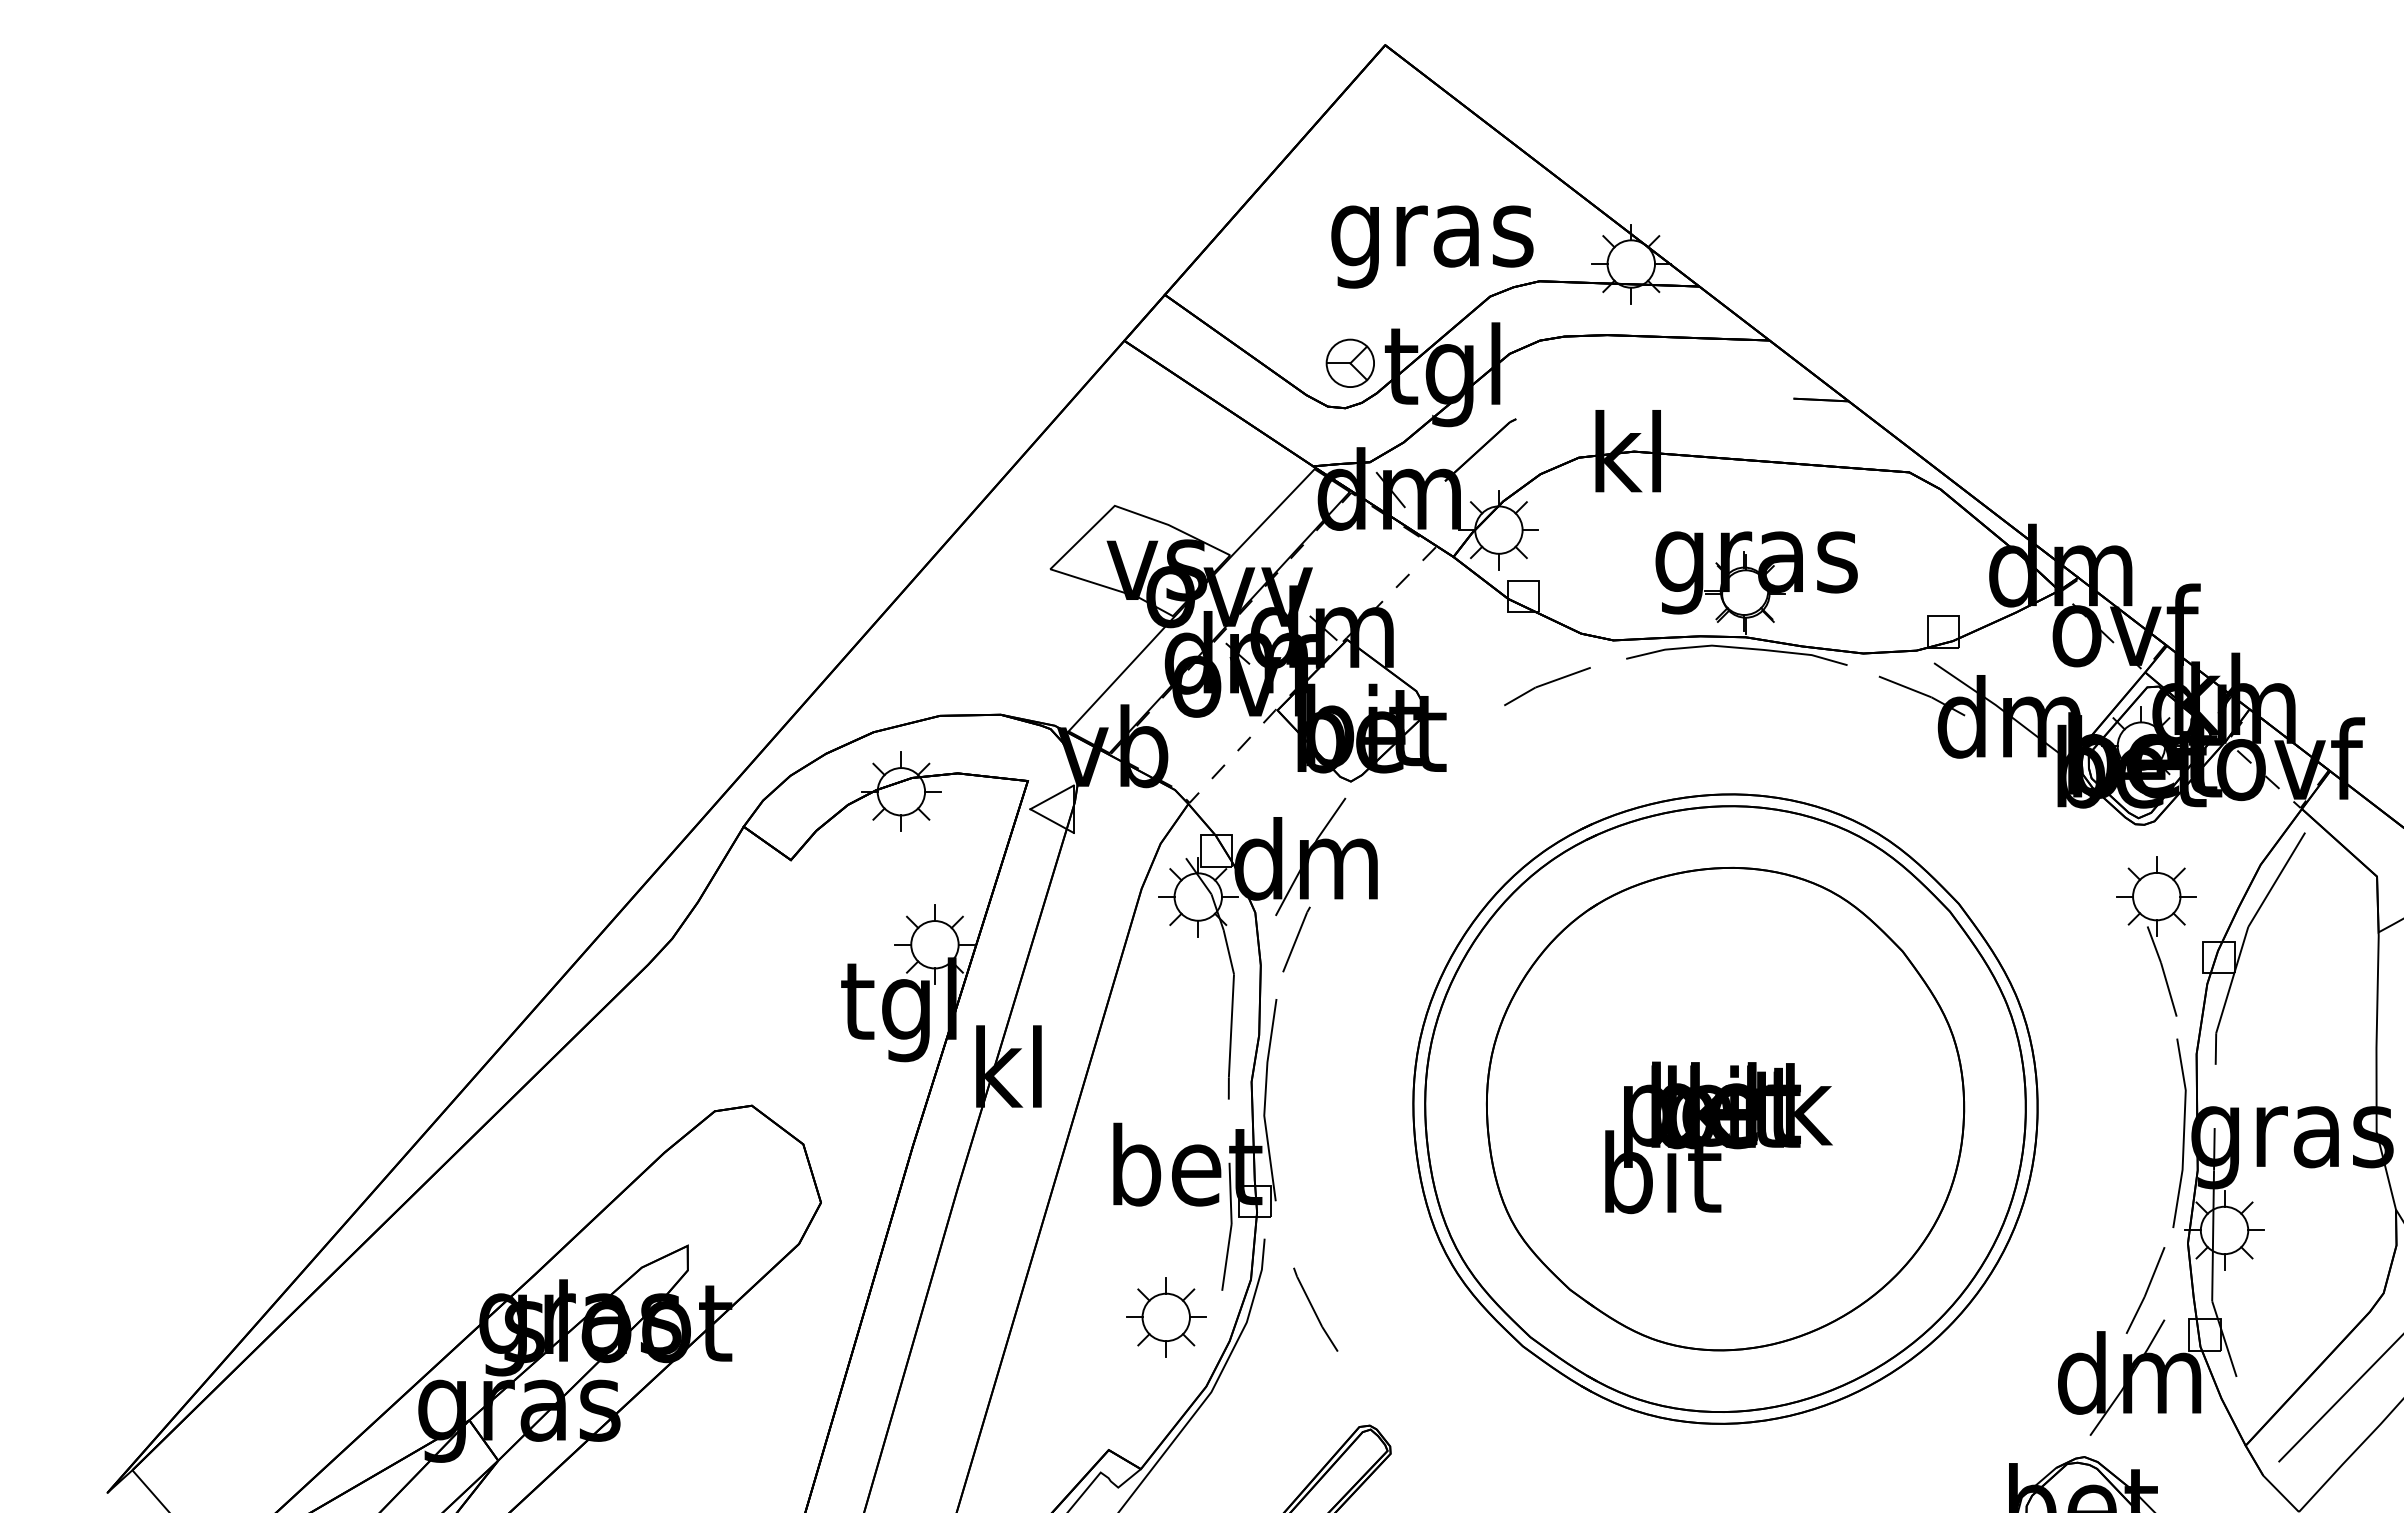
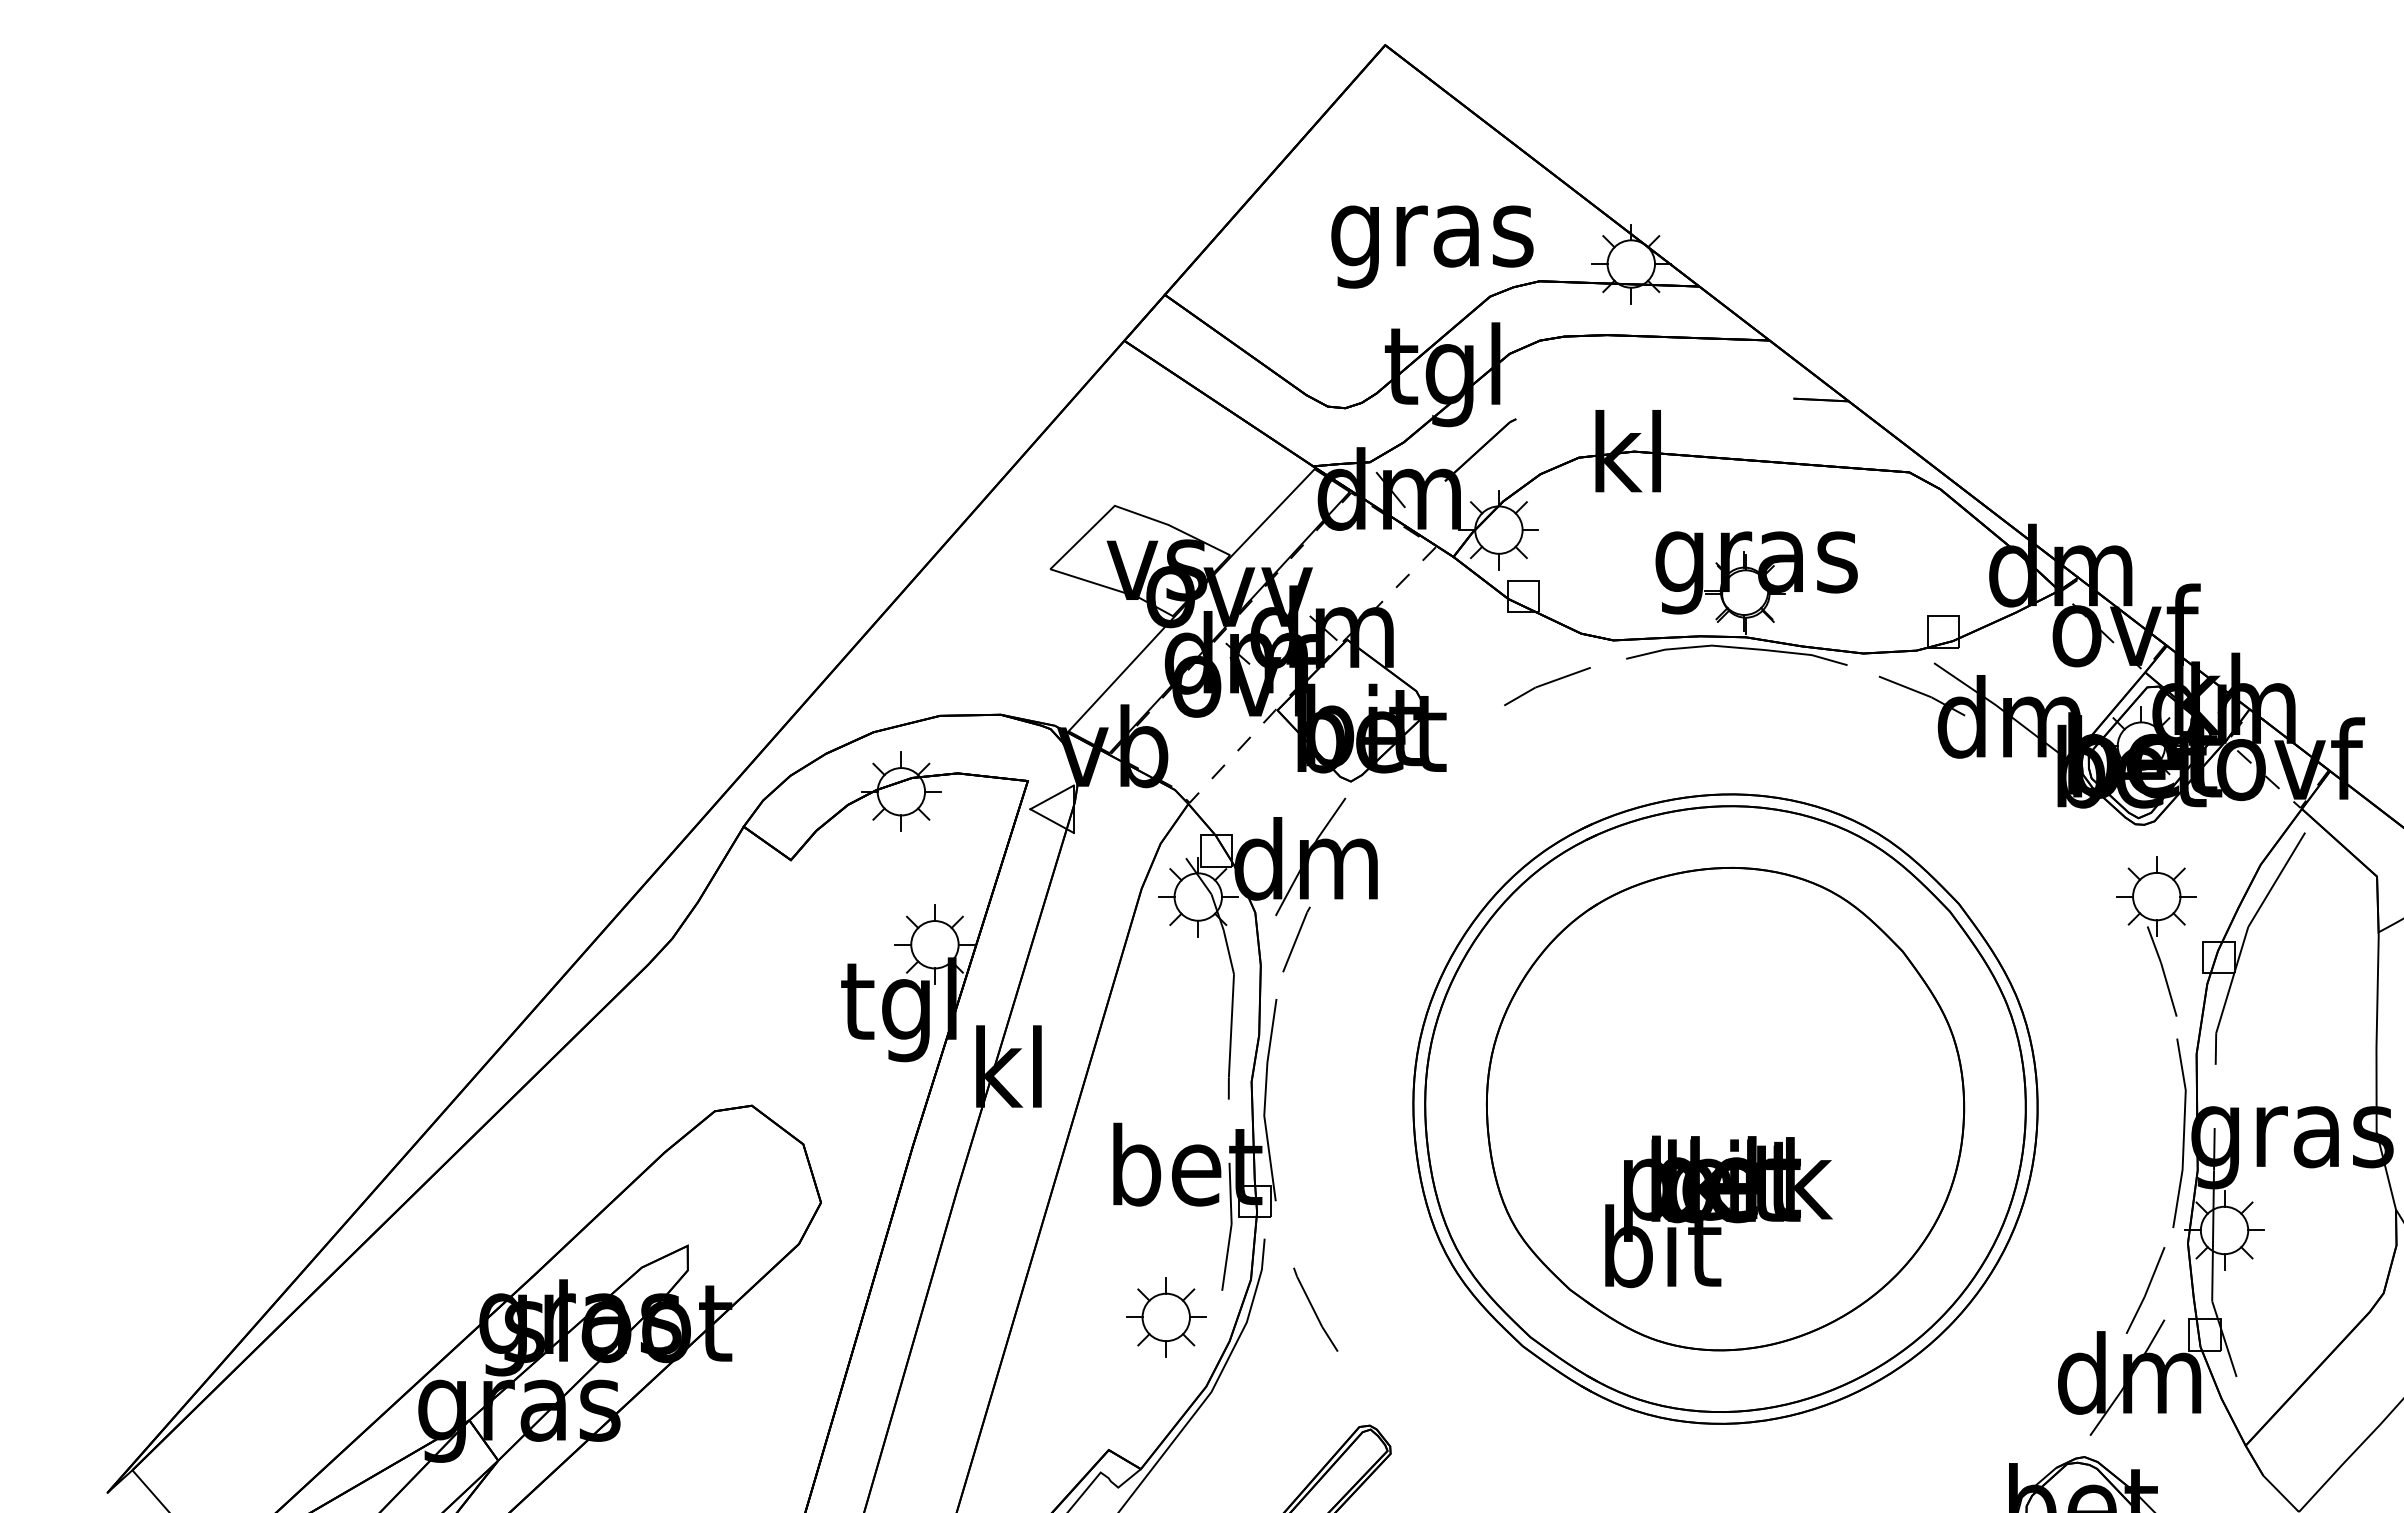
part at (1349, 362): present -> none
text at (1718, 1137) position: (1718, 1137) -> (1718, 1211)
line at (2339, 1398): present -> none
